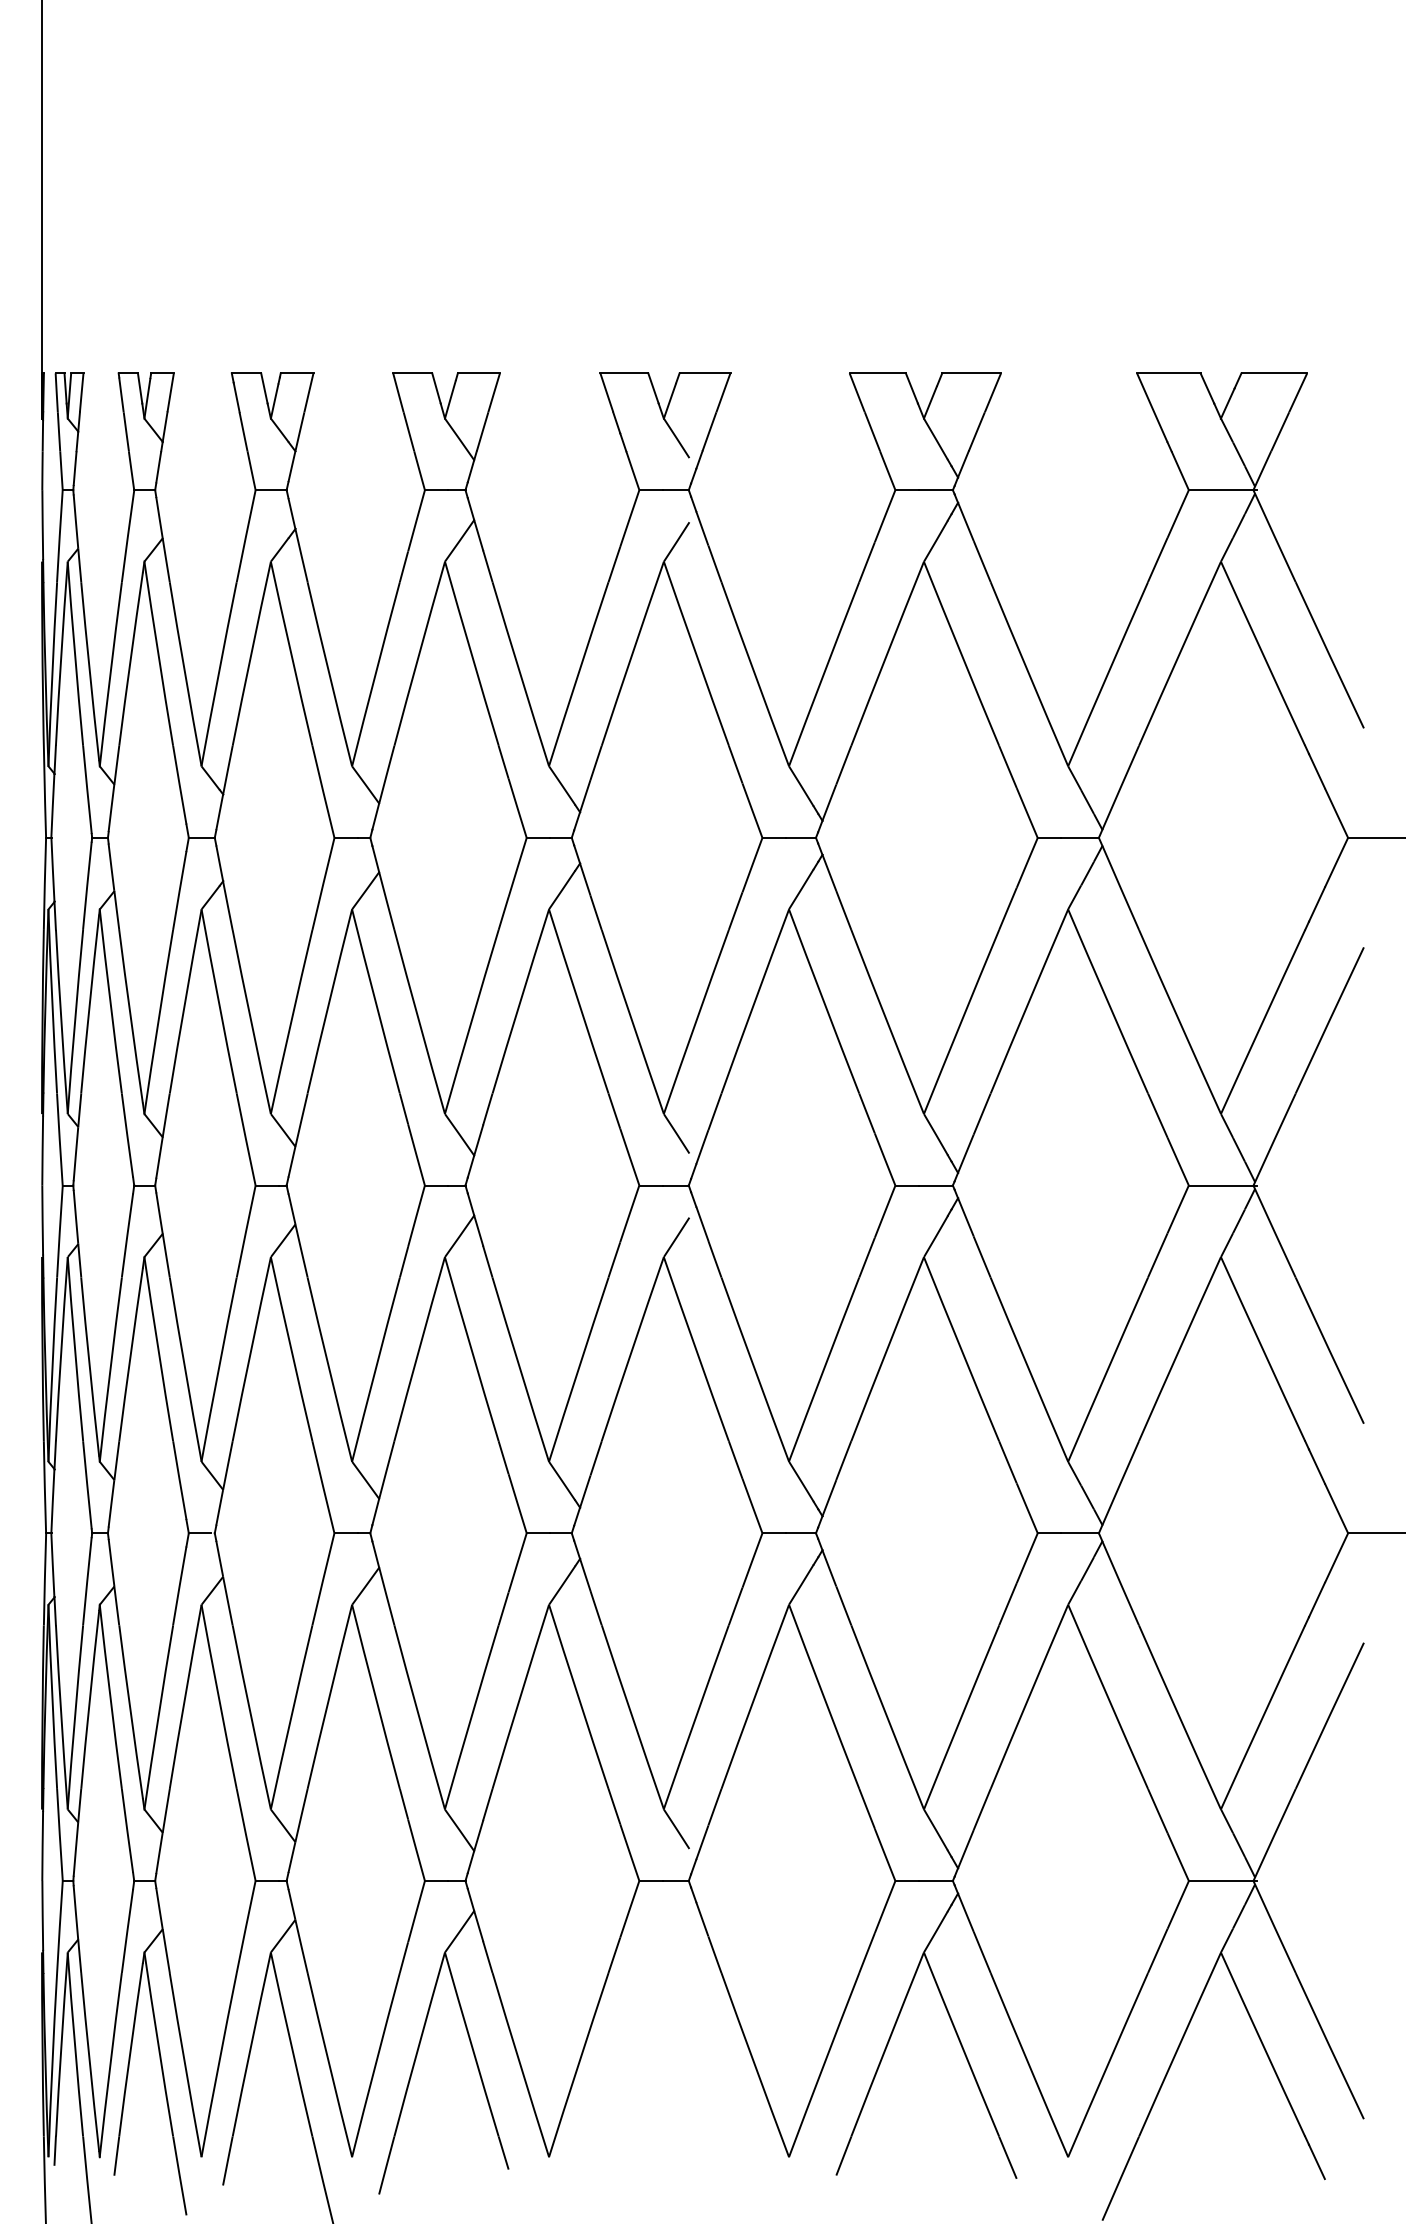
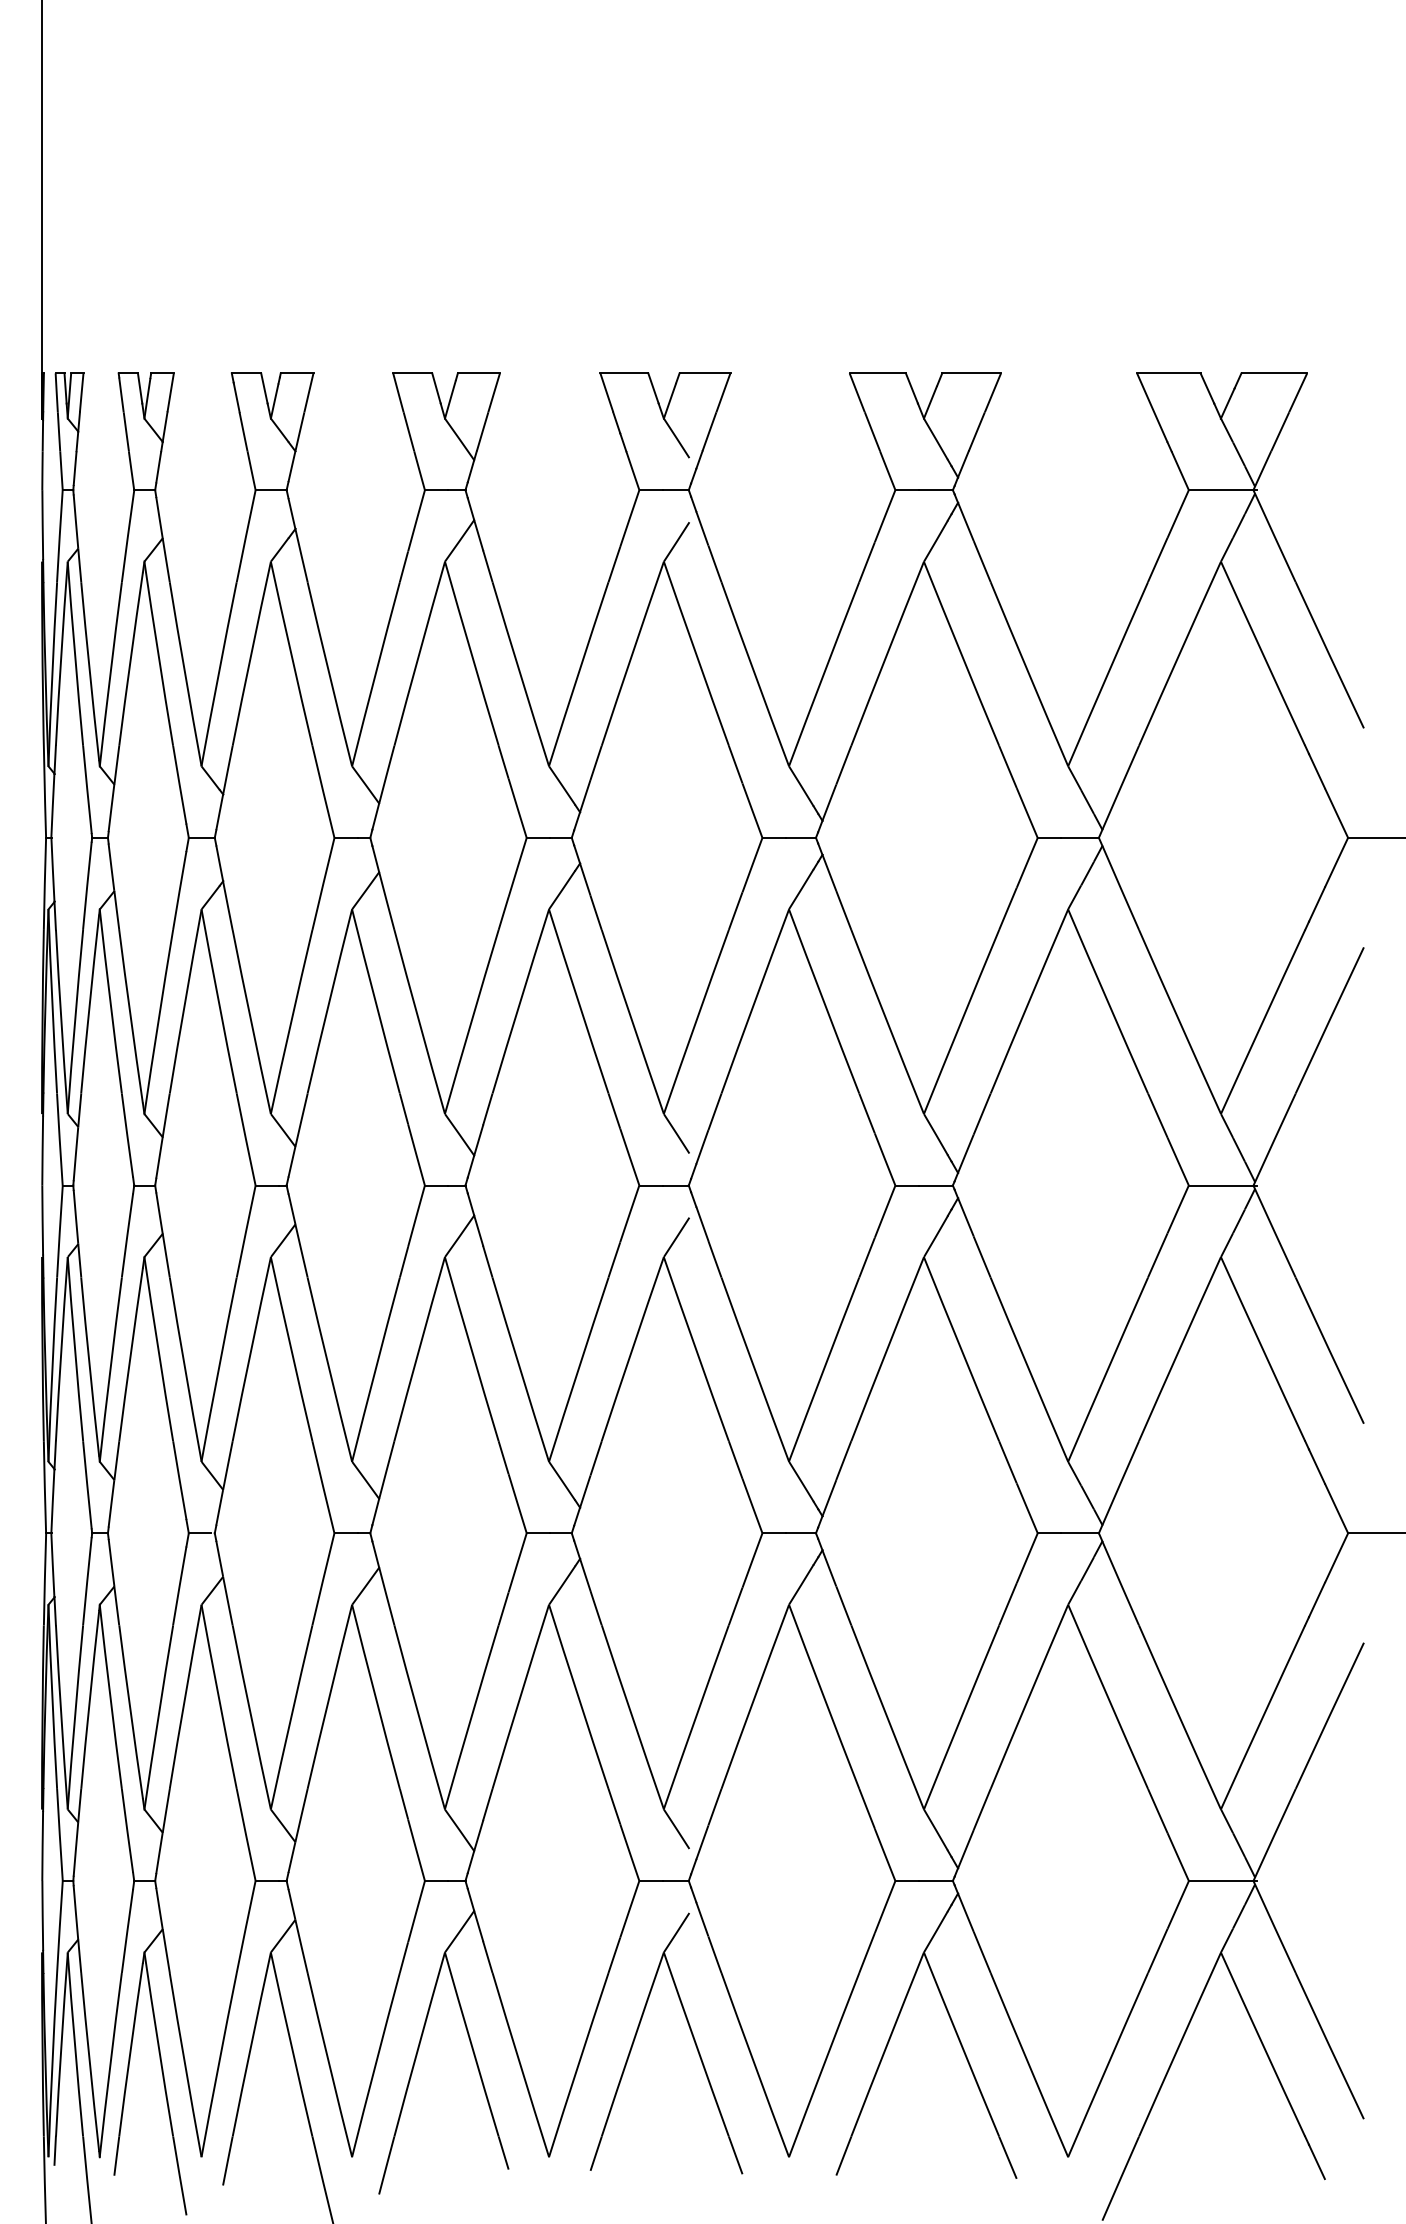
part at (691, 2035): none -> present
